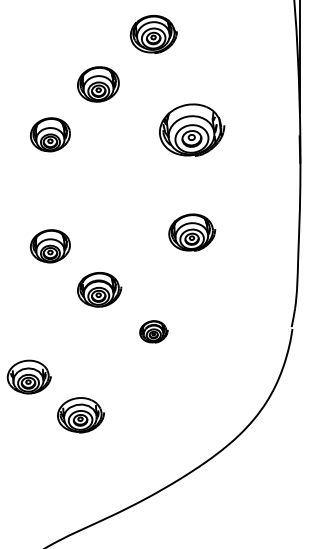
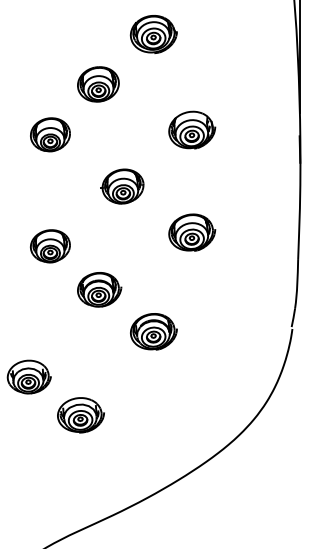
part at (192, 129) size: 67x54 px -> 49x40 px
part at (122, 186): none -> present
part at (153, 331) size: 30x24 px -> 48x38 px
